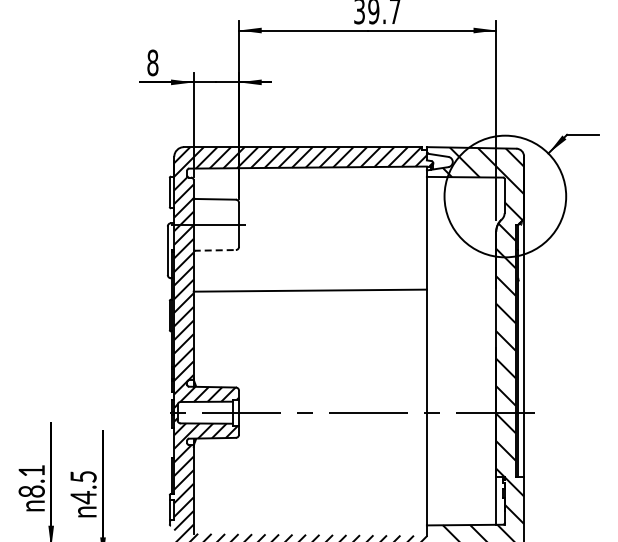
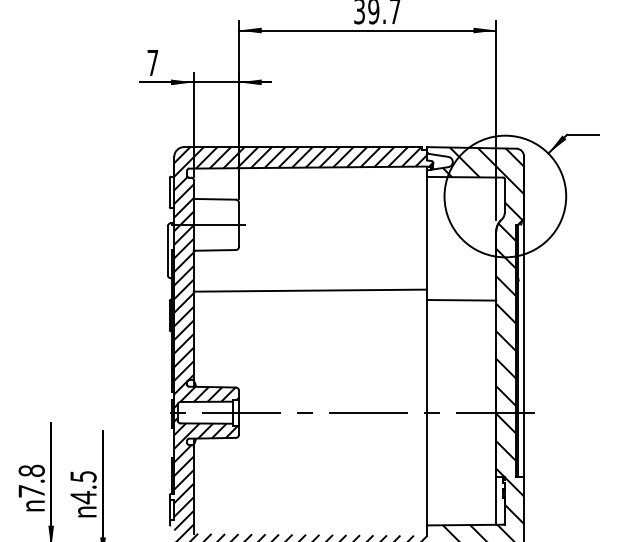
text at (152, 62): 8 -> 7
line at (215, 250): dashed -> solid
line at (461, 300): none -> present
text at (31, 480): 8.1 -> 7.8
